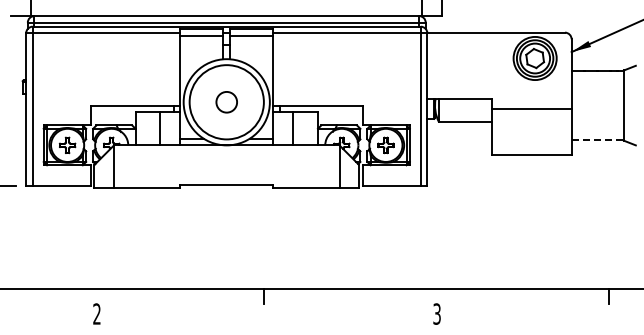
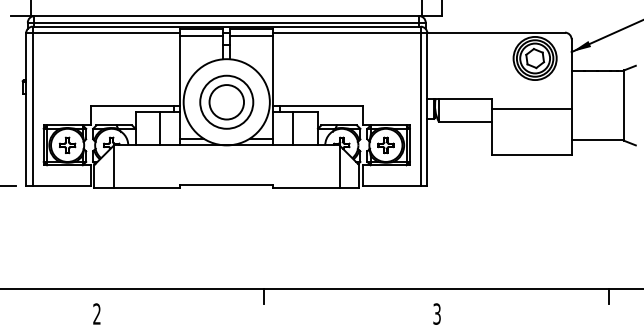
circle at (226, 101) diameter: 21 px -> 34 px
circle at (226, 102) diameter: 74 px -> 53 px
line at (598, 140): dashed -> solid
